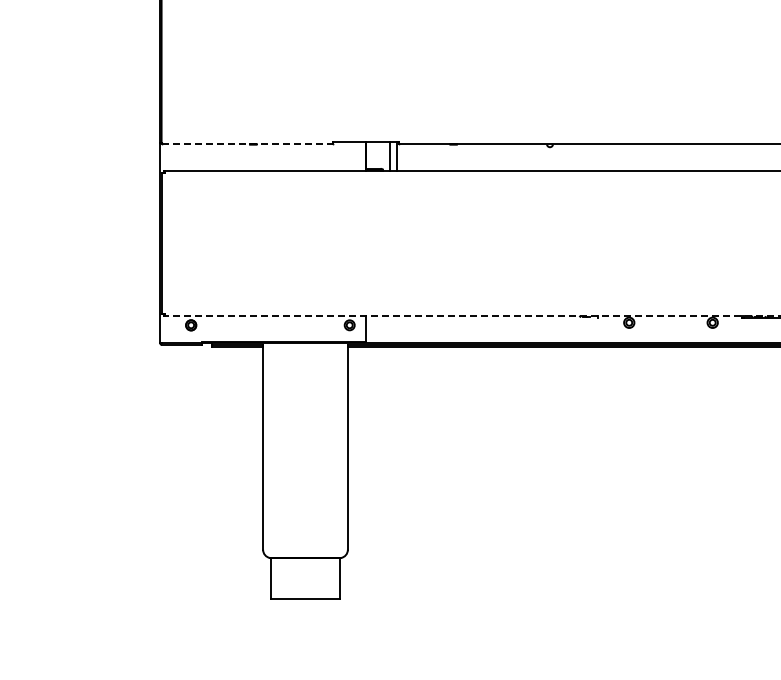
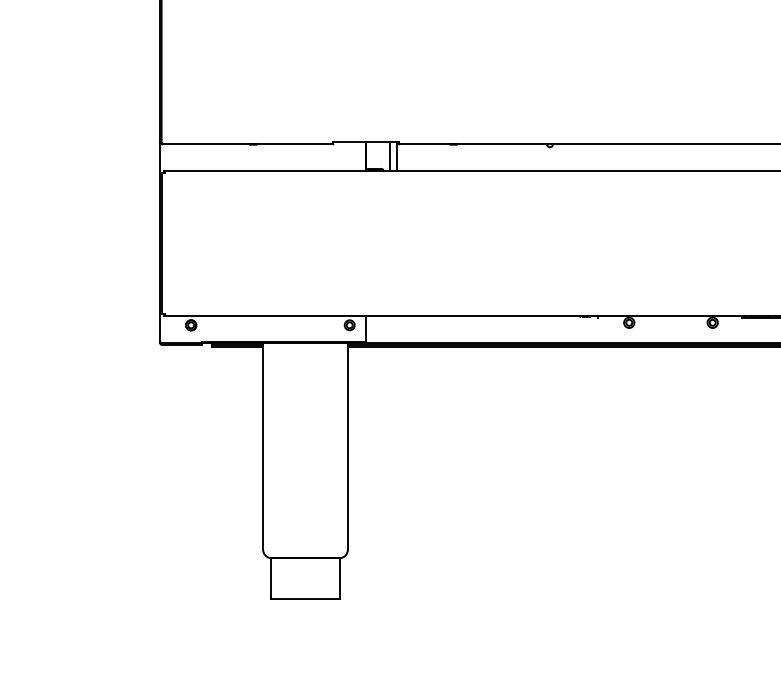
line at (247, 144): dashed -> solid
line at (472, 316): dashed -> solid
